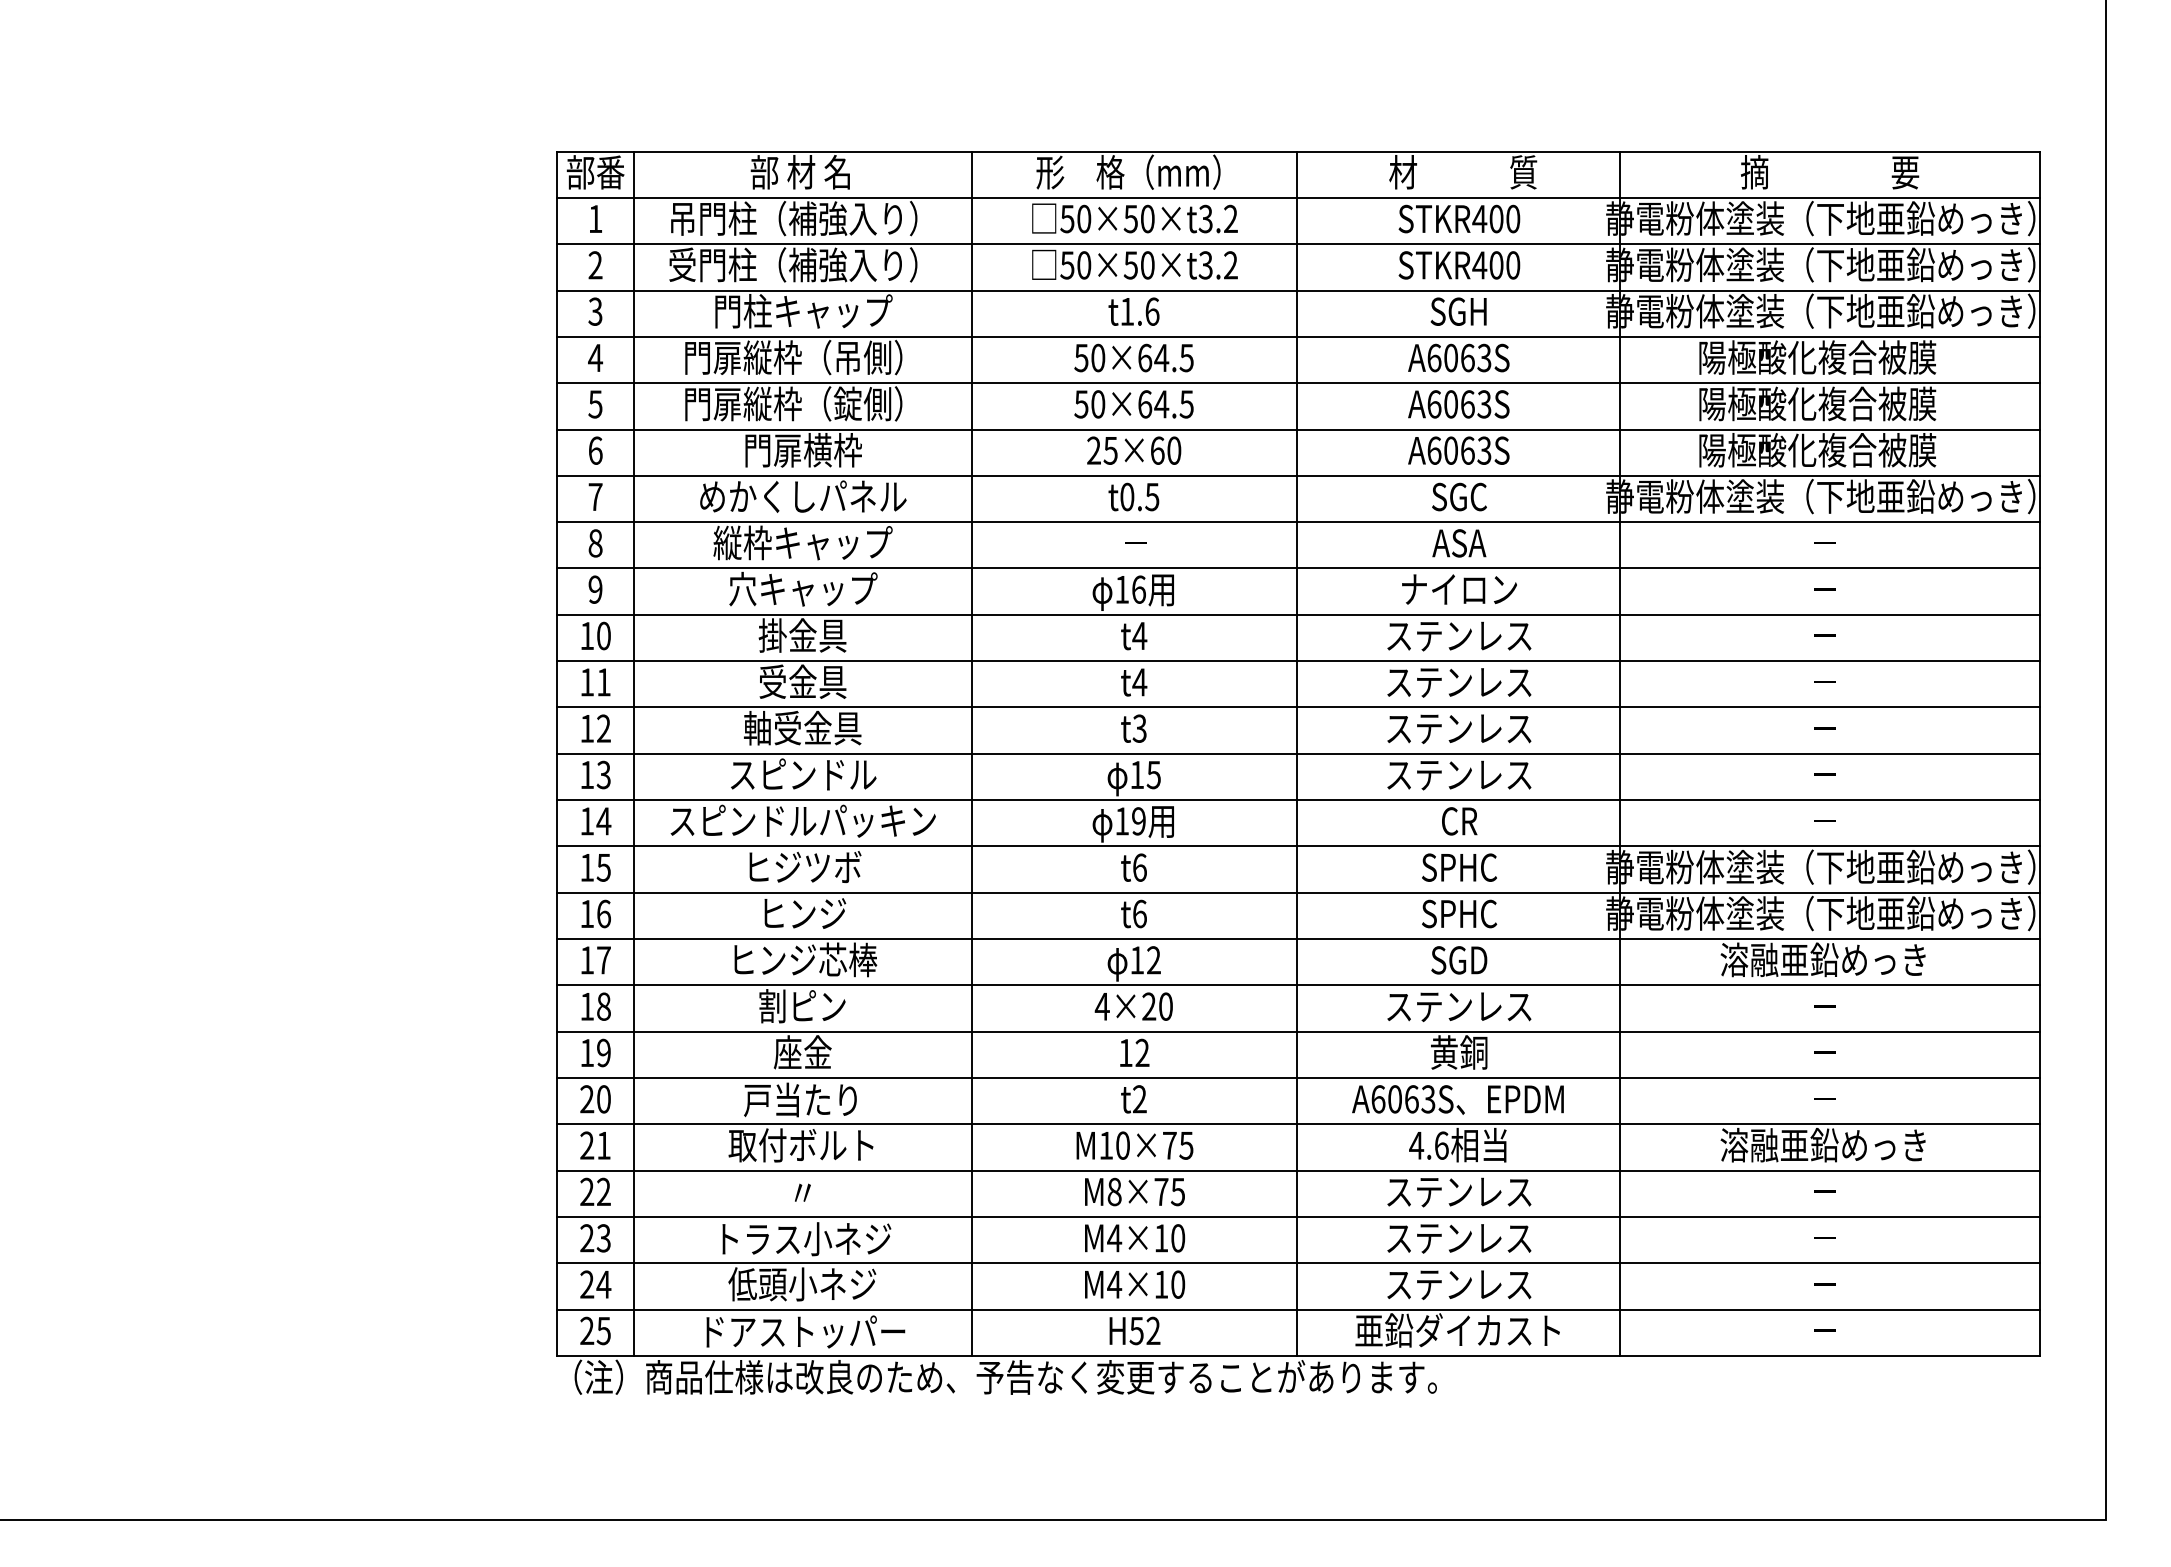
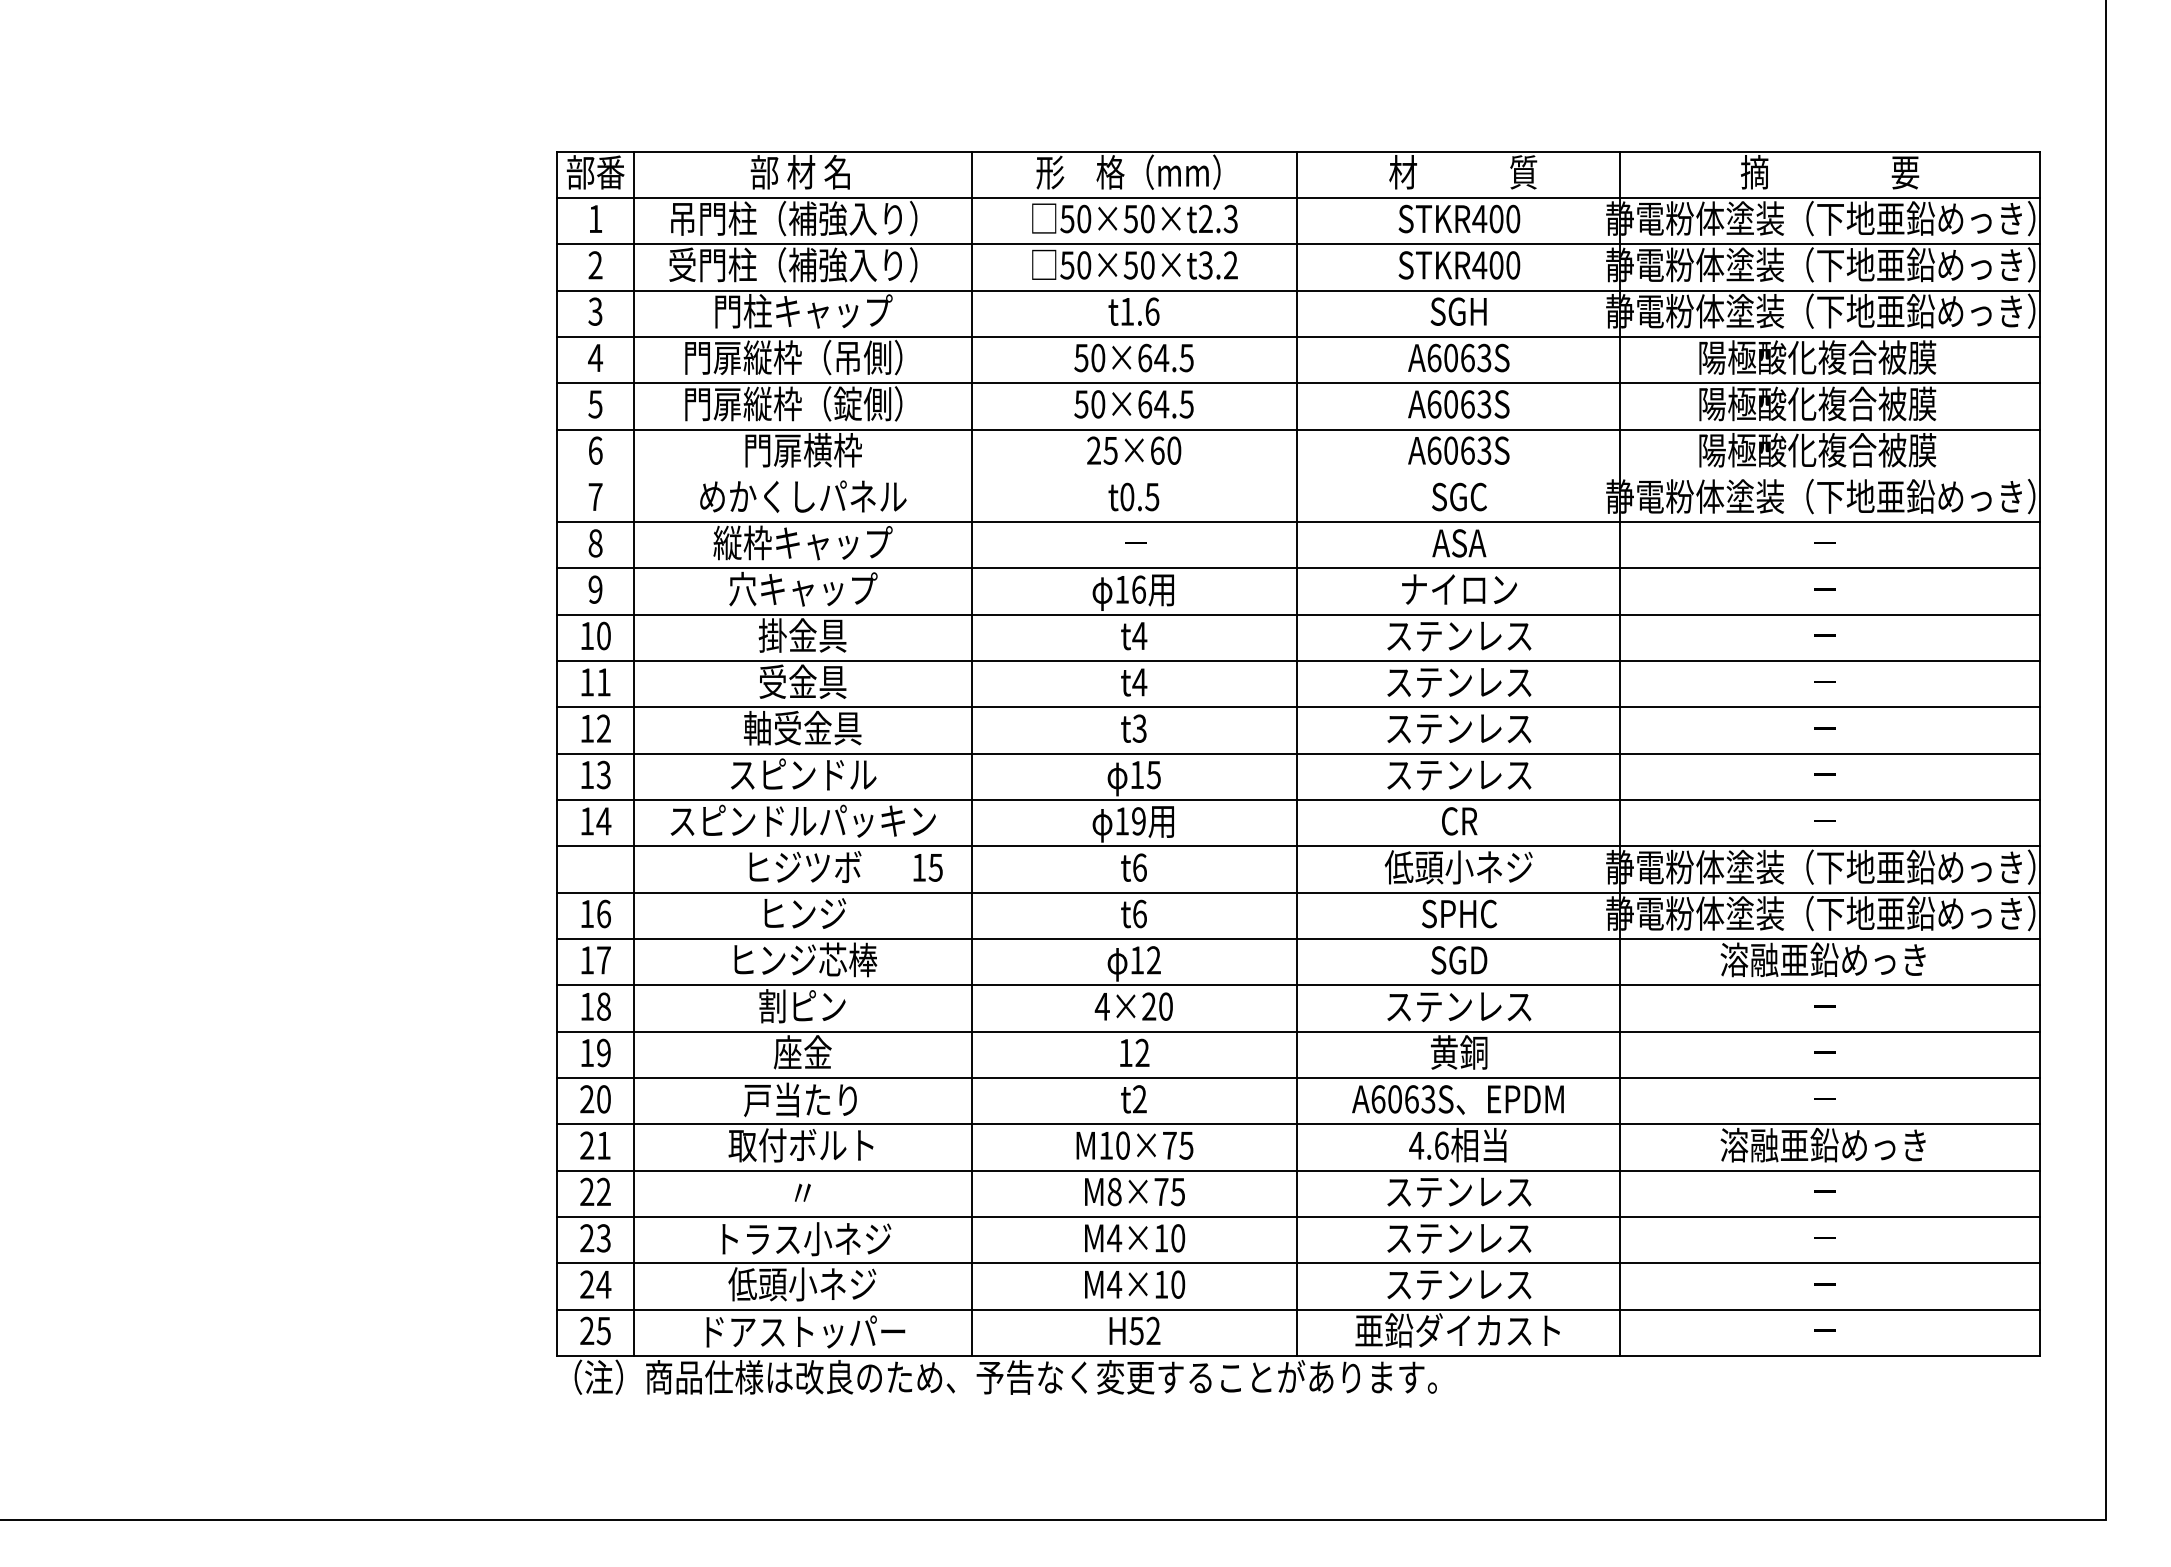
text at (1217, 219): 50×50×t3.2 -> 50×50×t2.3
line at (1297, 475): present -> none
text at (595, 867) position: (595, 867) -> (927, 867)
text at (1458, 867): SPHC -> 低頭小ネジ
